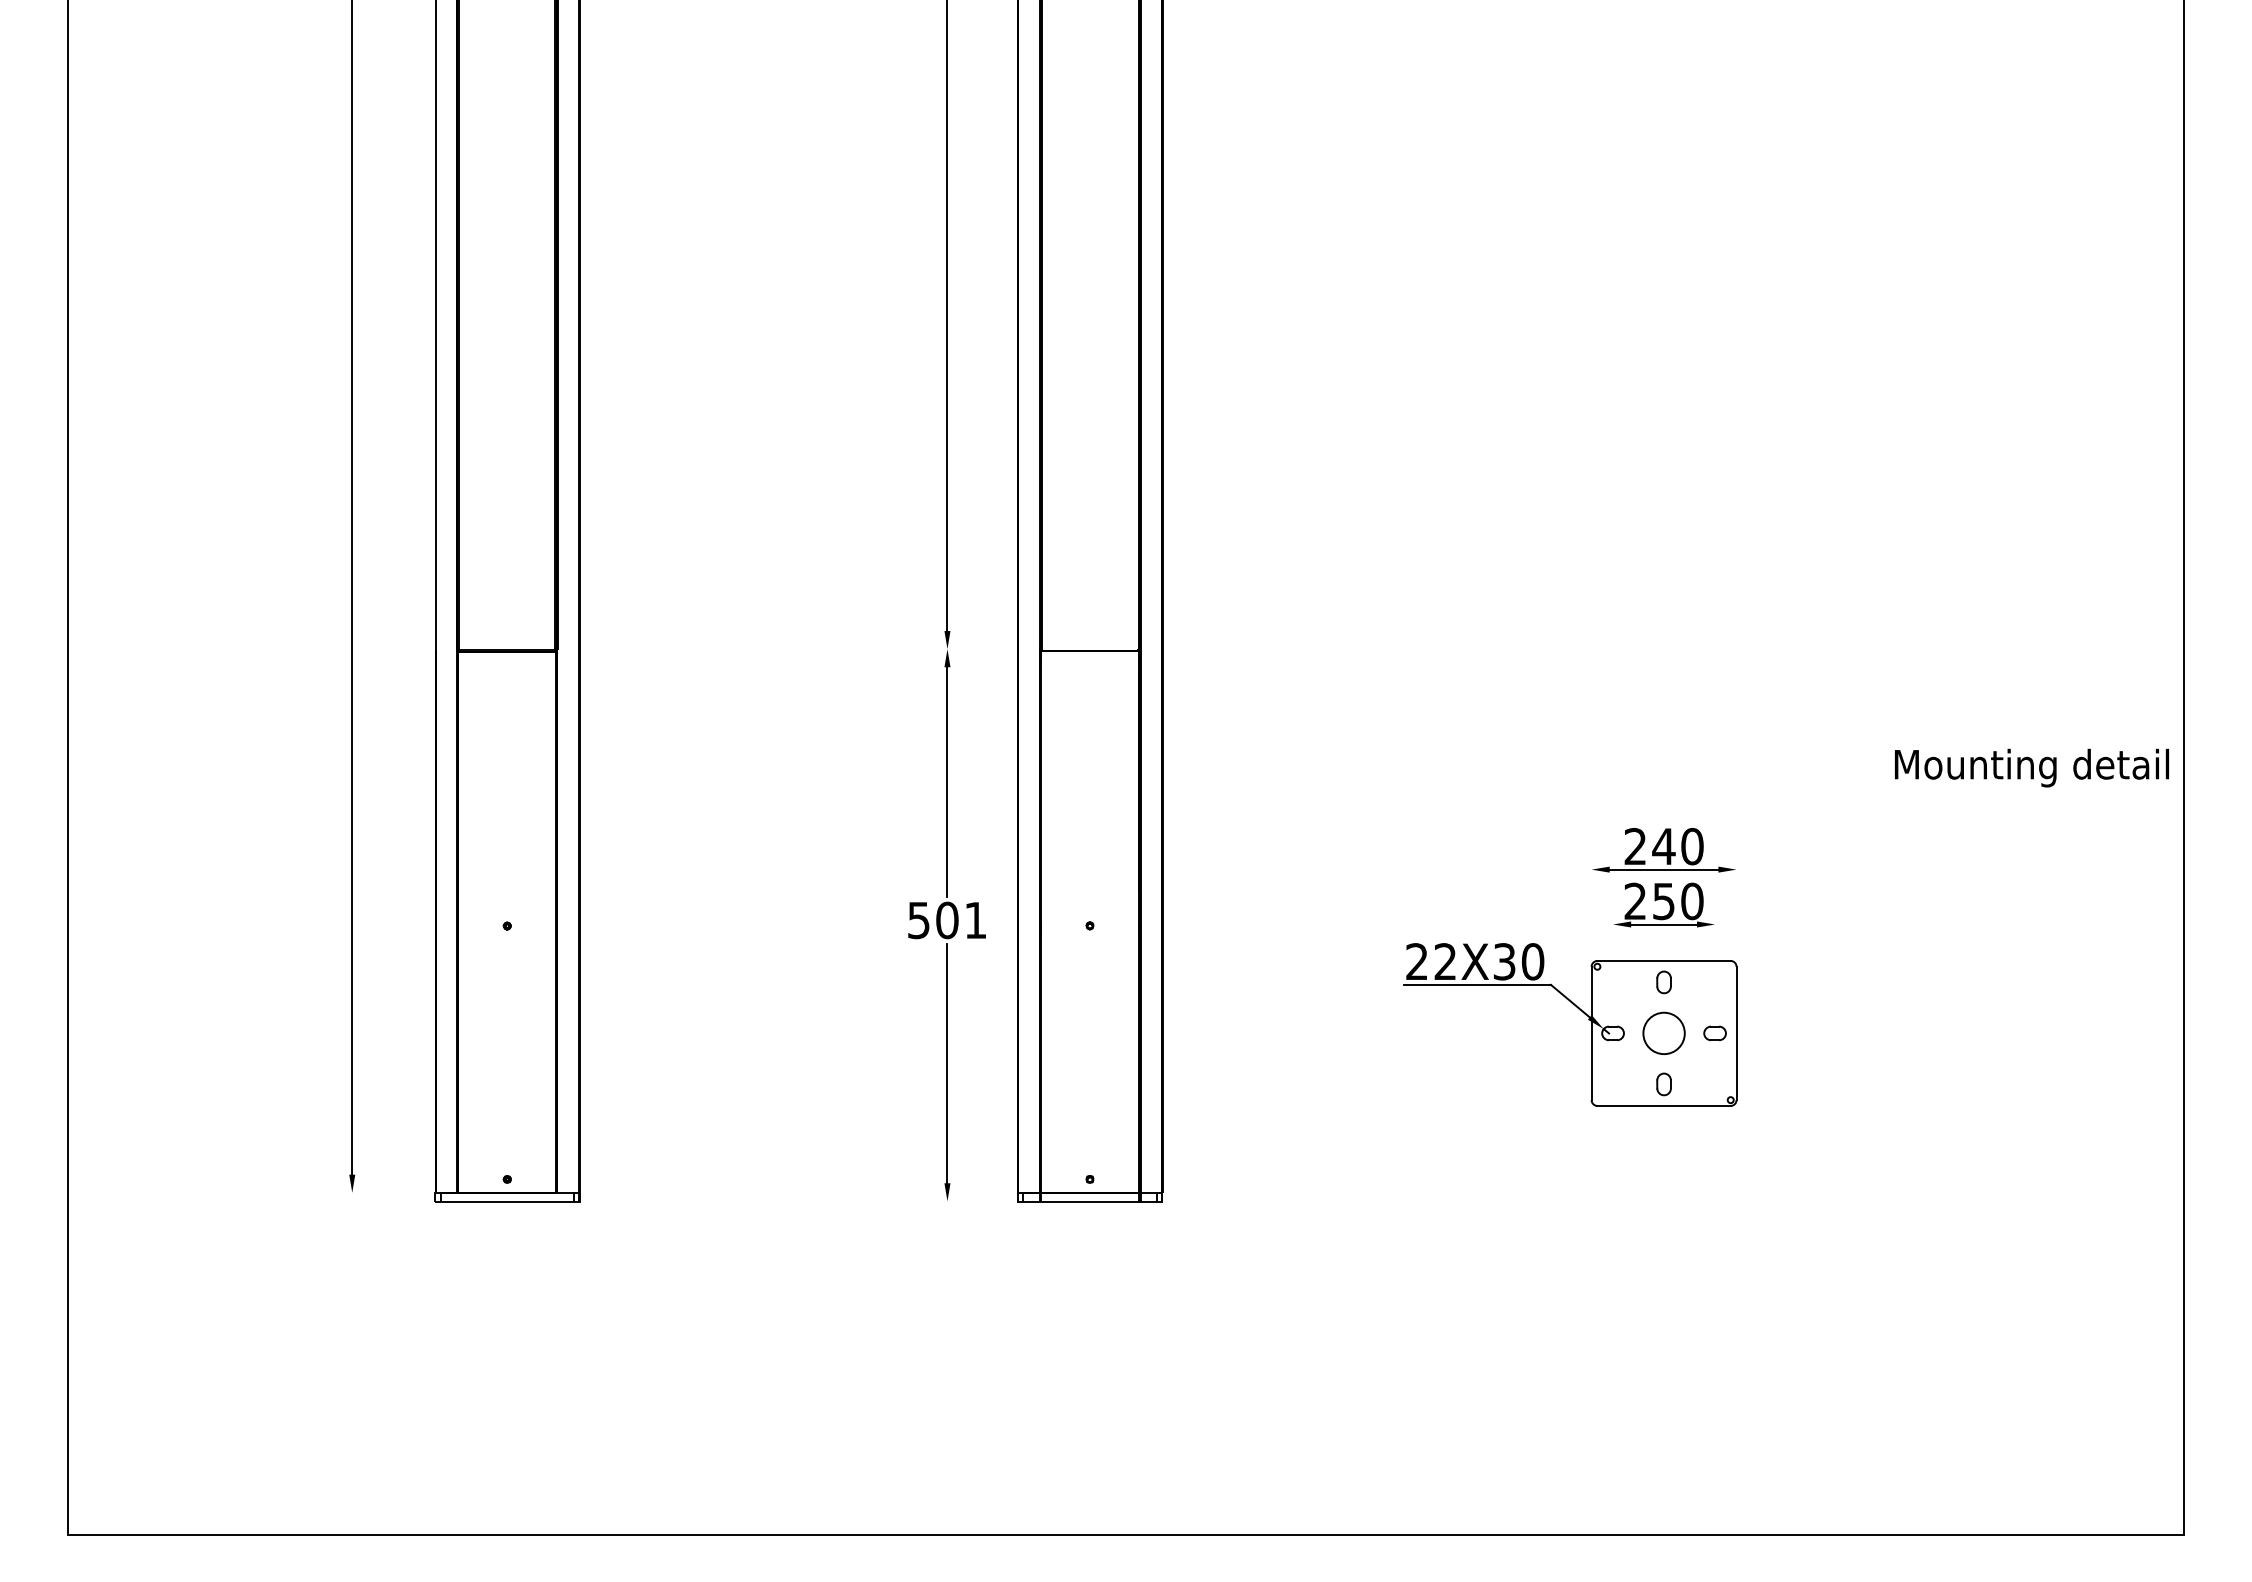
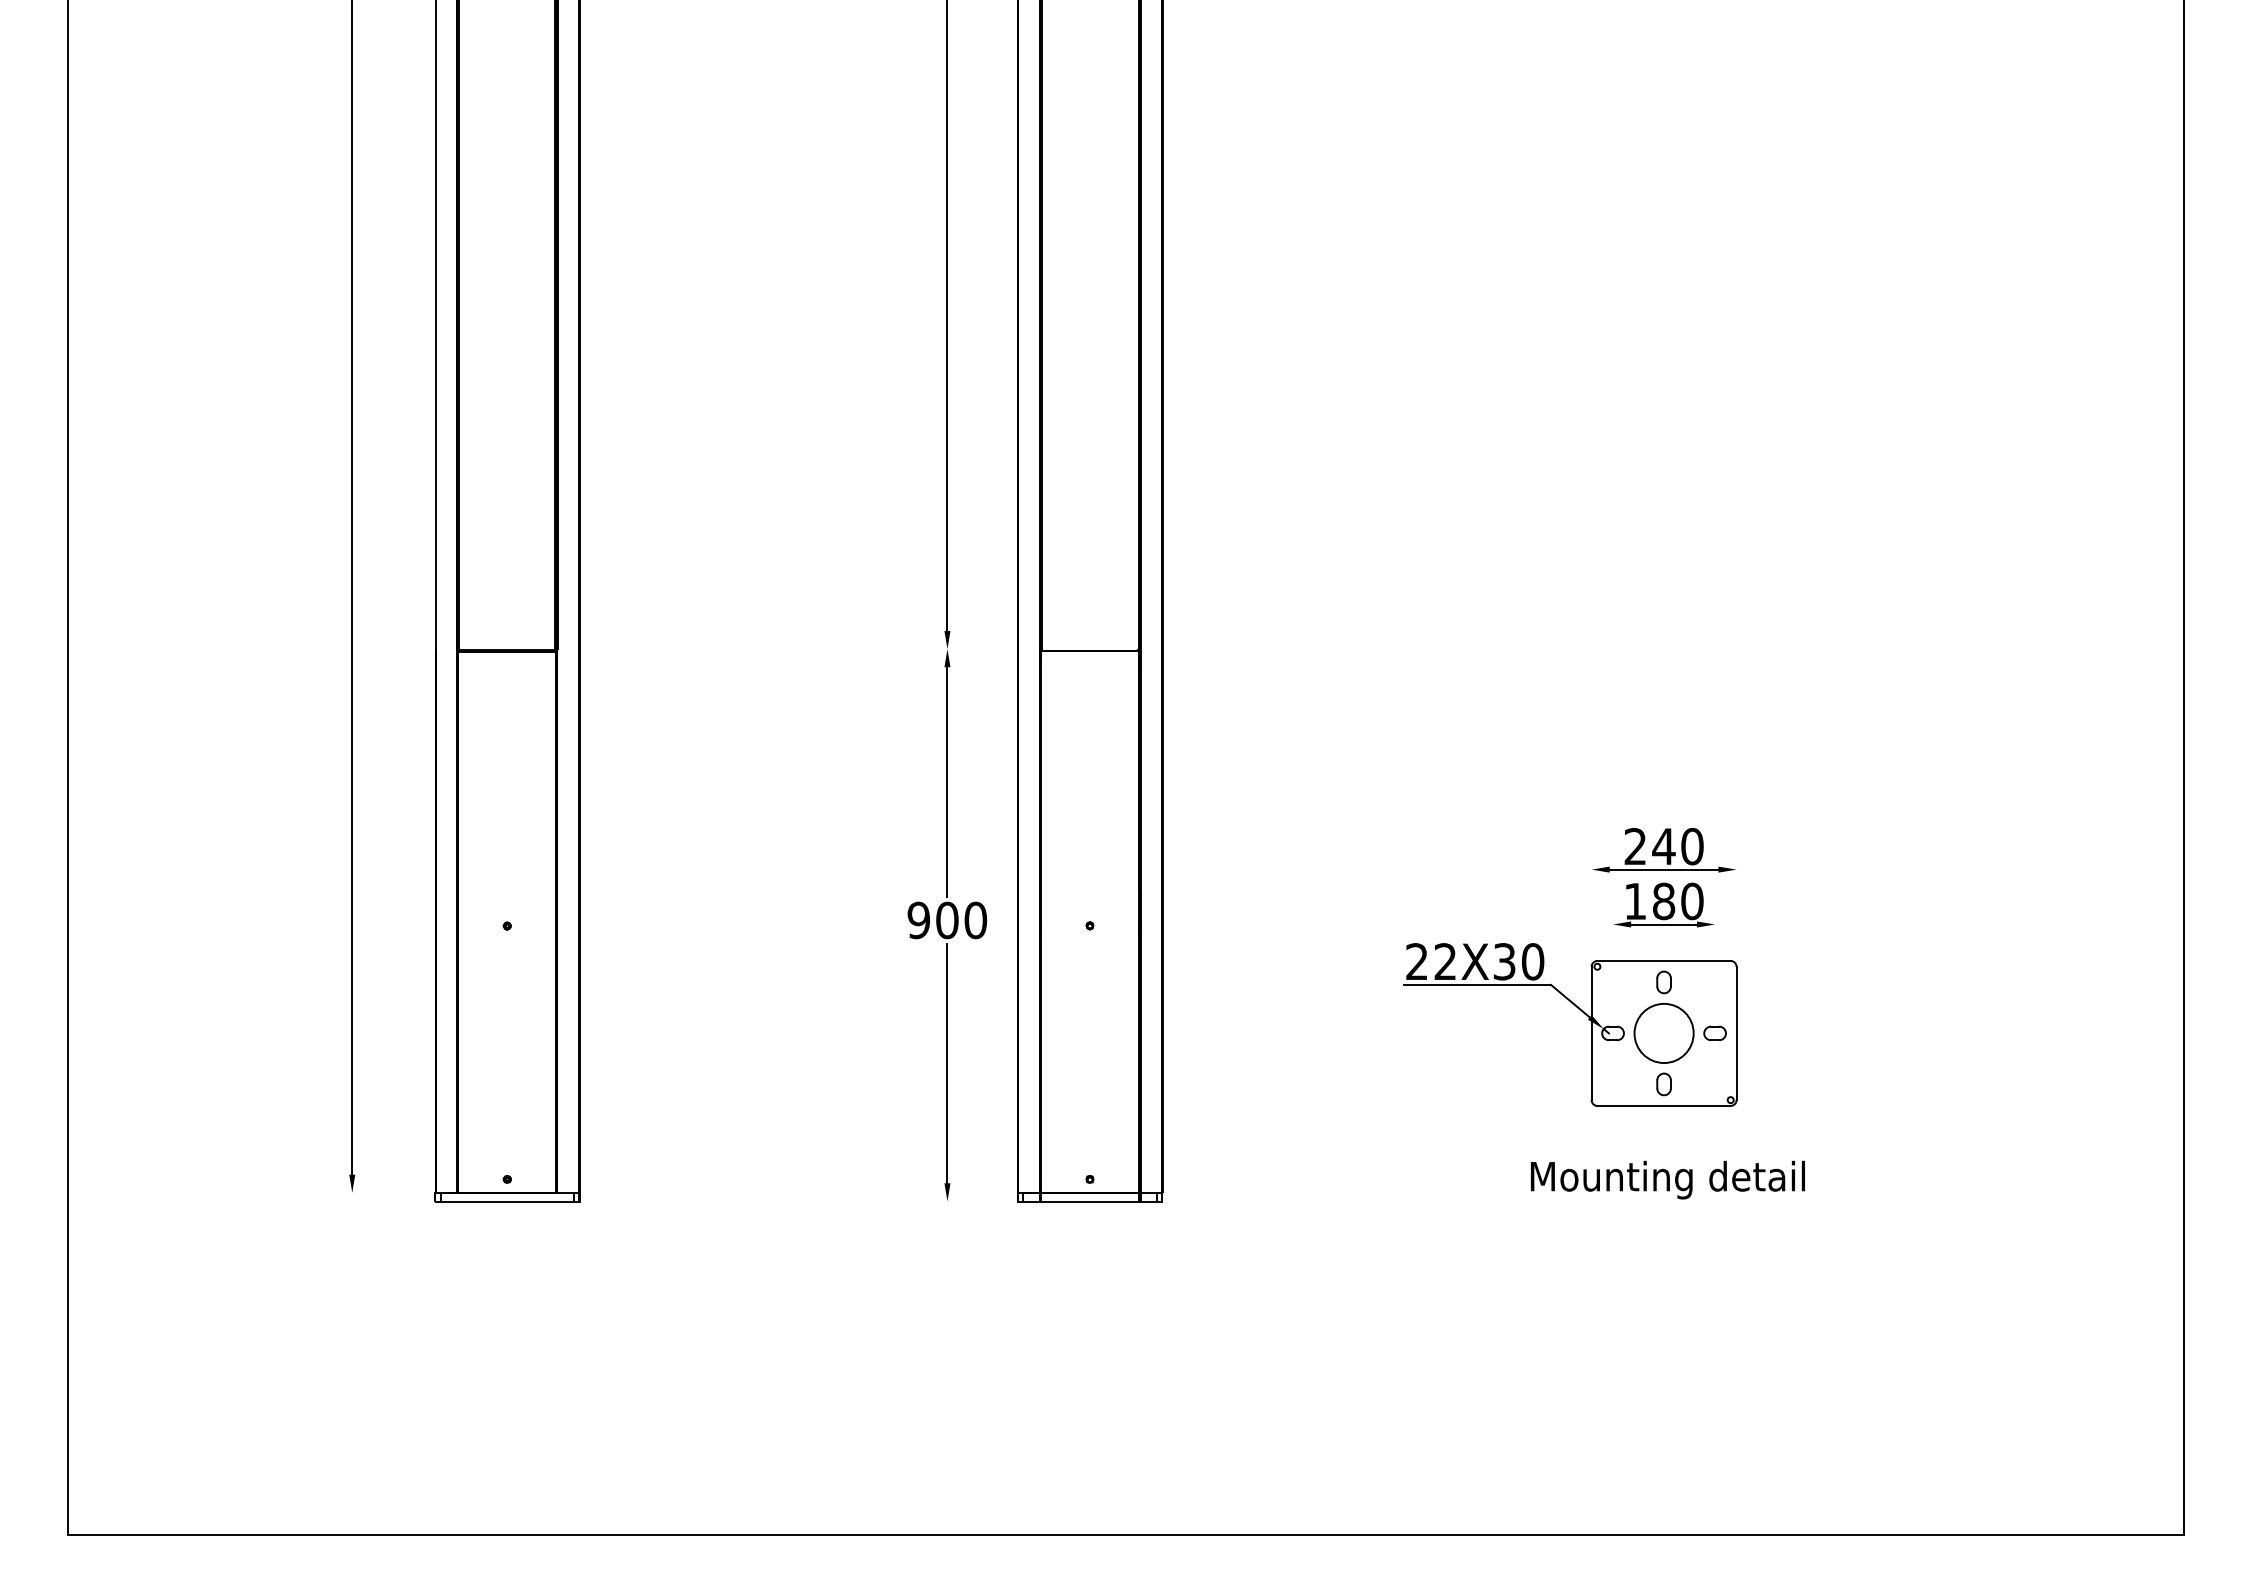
text at (2031, 767) position: (2031, 767) -> (1667, 1179)
text at (1649, 901): 250 -> 180
text at (947, 920): 501 -> 900
circle at (1663, 1033) diameter: 41 px -> 59 px
